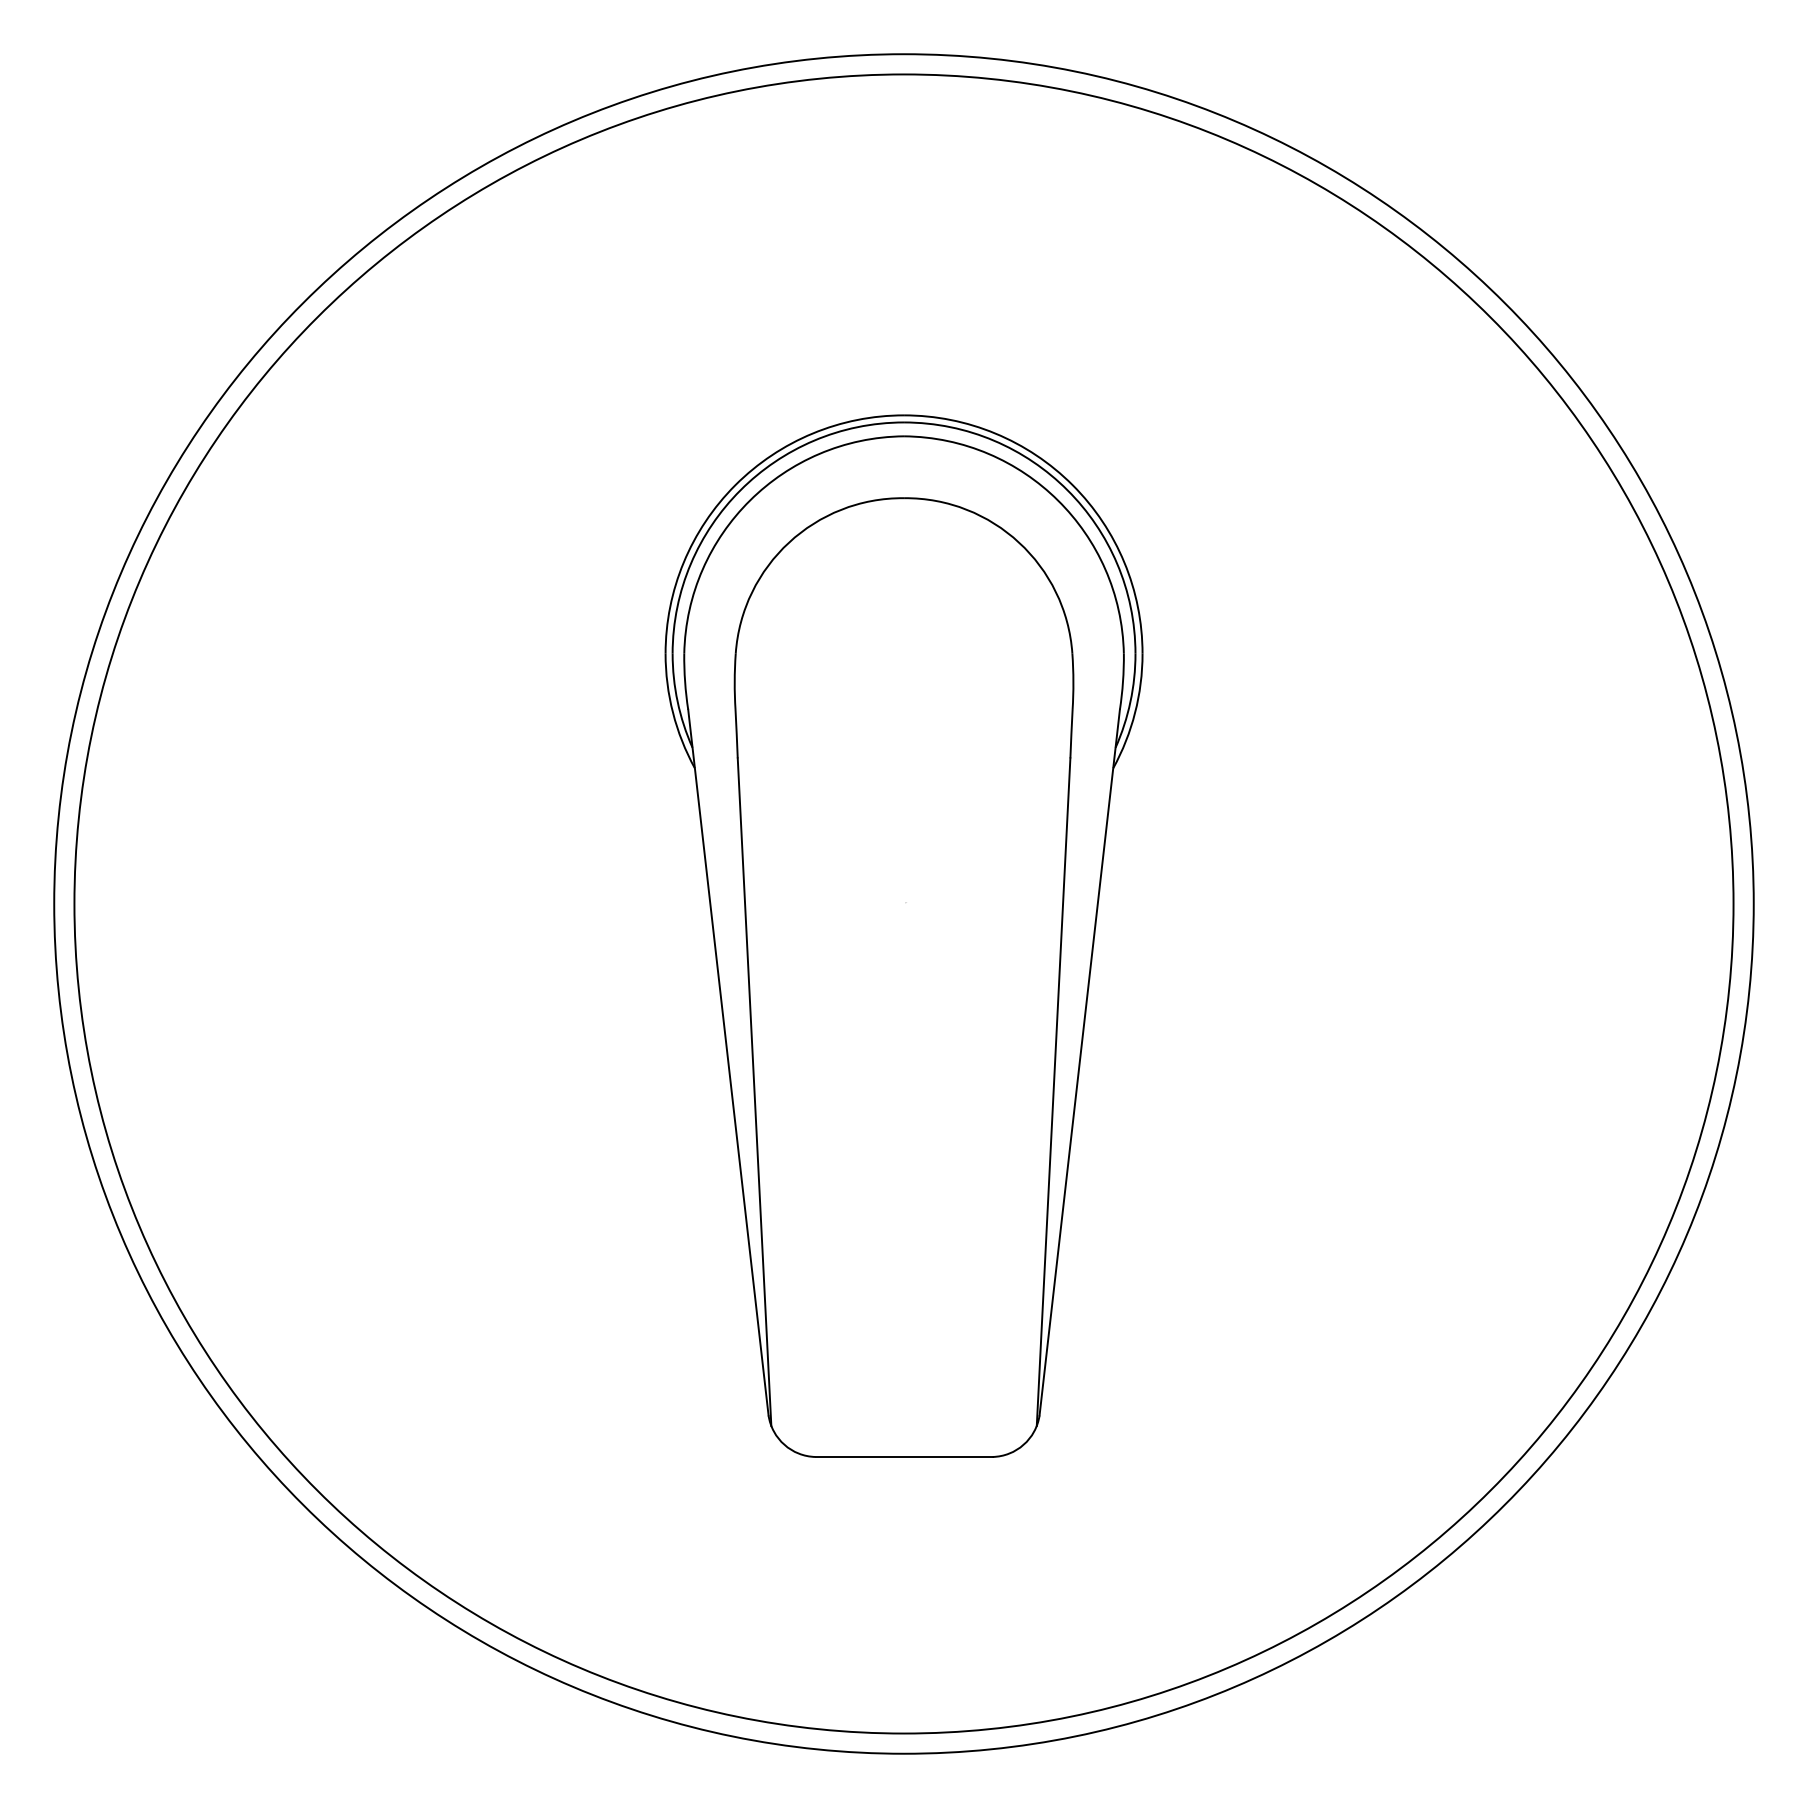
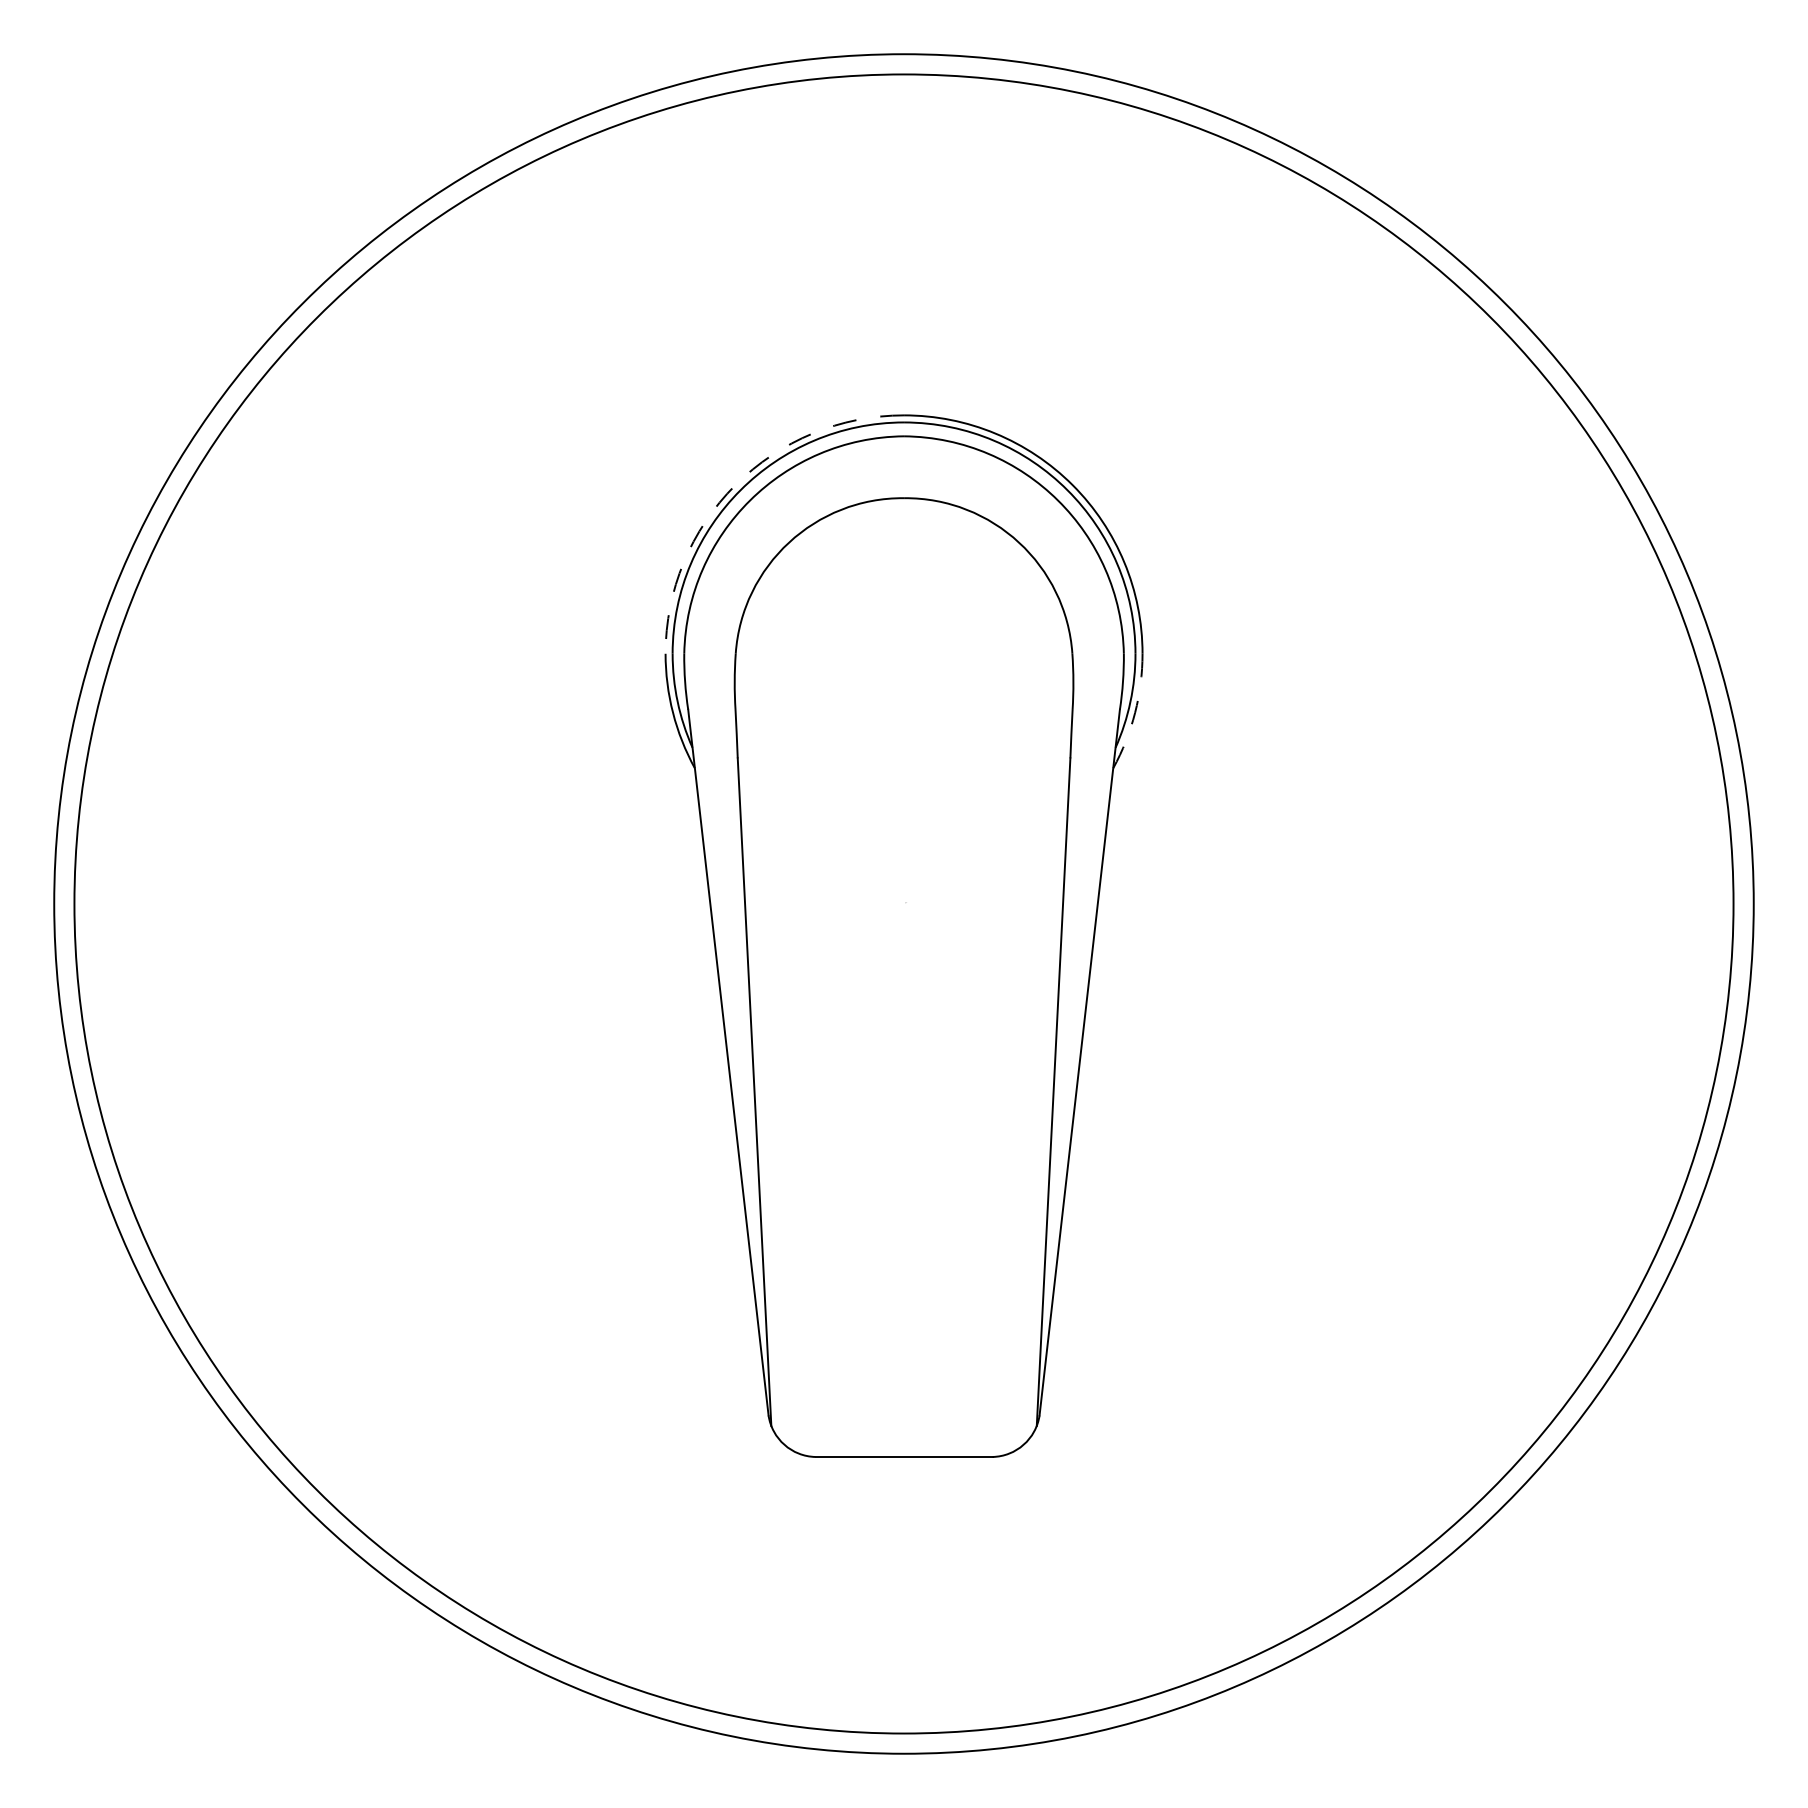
arc at (735, 485): solid -> dashed
arc at (1135, 712): solid -> dashed
